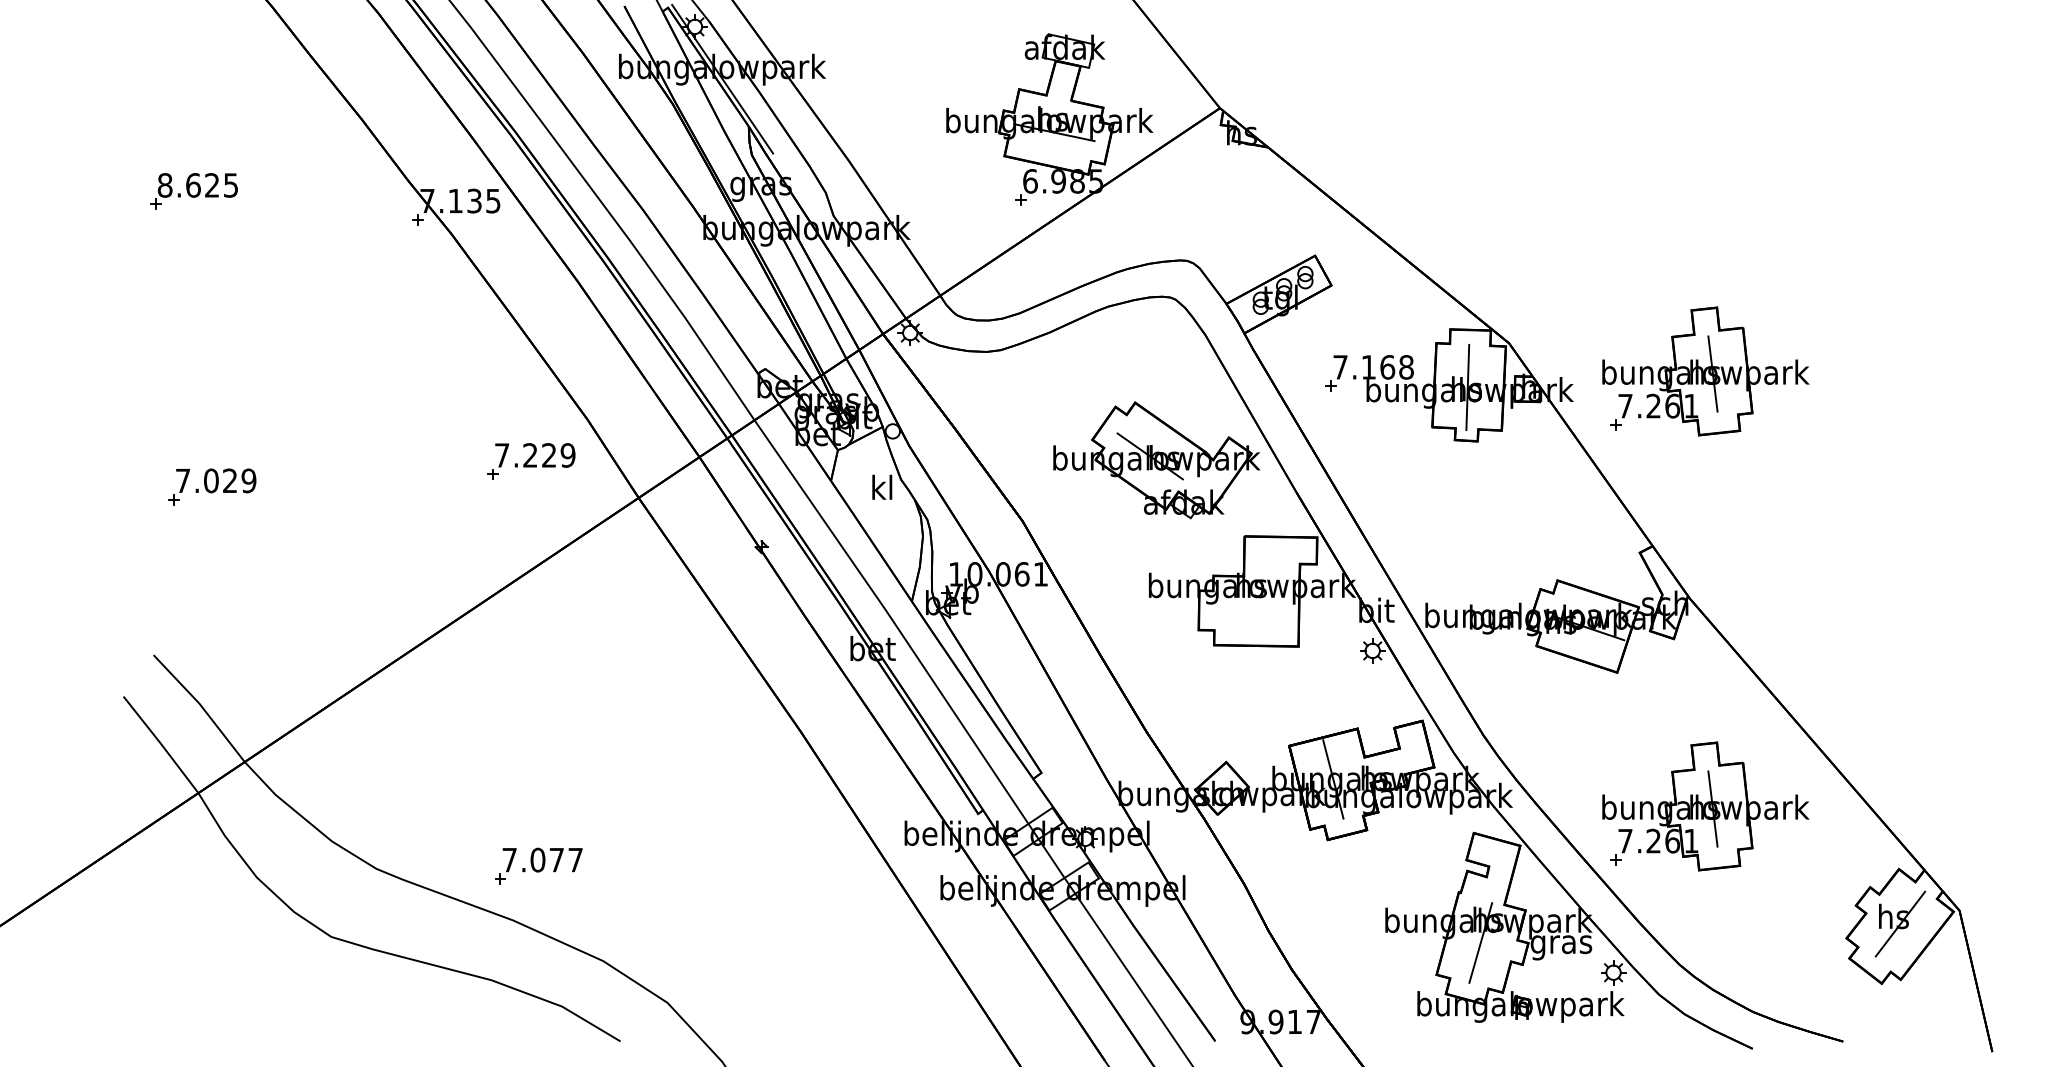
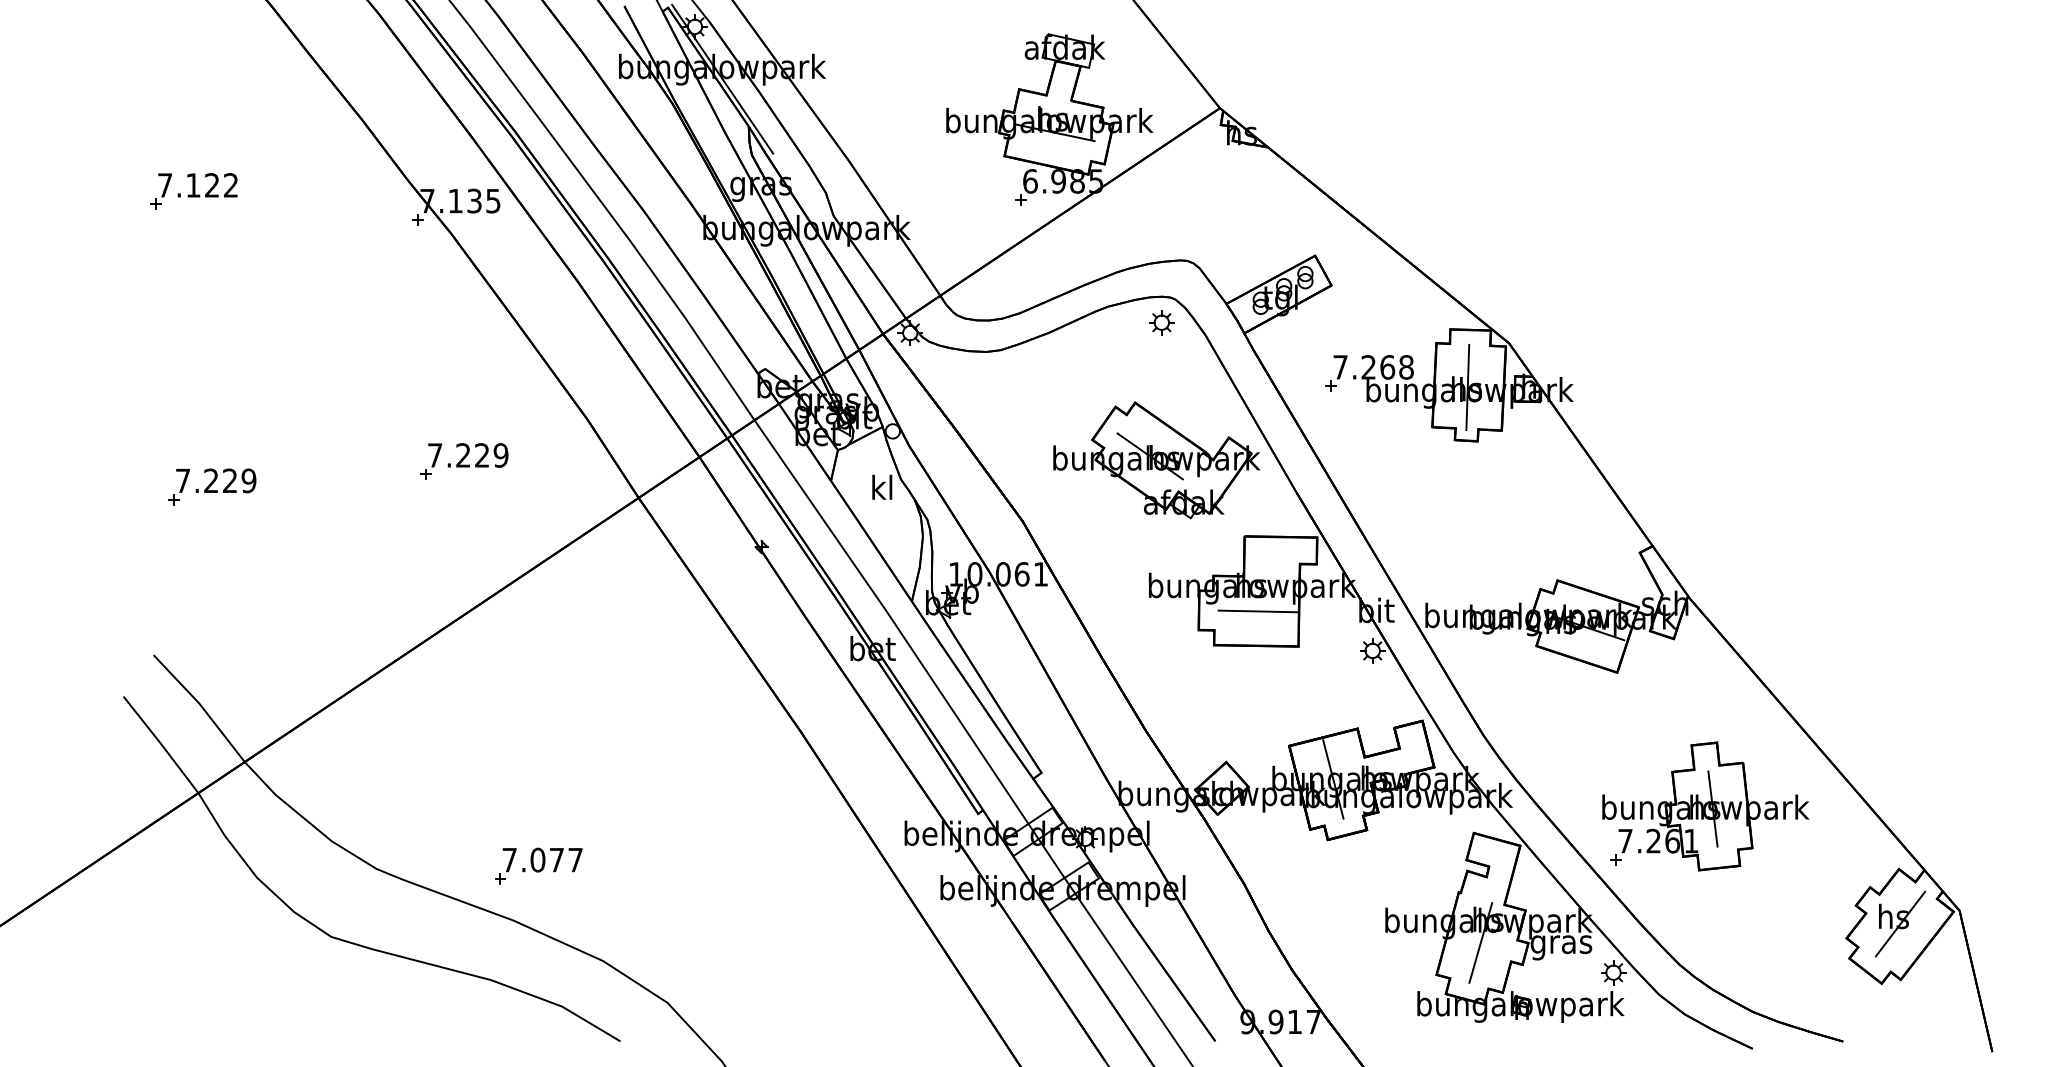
text at (197, 185): 8.625 -> 7.122
part at (1161, 322): none -> present
text at (1368, 367): 7.168 -> 7.268
part at (1705, 371): present -> none
part at (531, 461) position: (531, 461) -> (464, 461)
text at (211, 480): 7.029 -> 7.229
line at (1257, 611): none -> present
